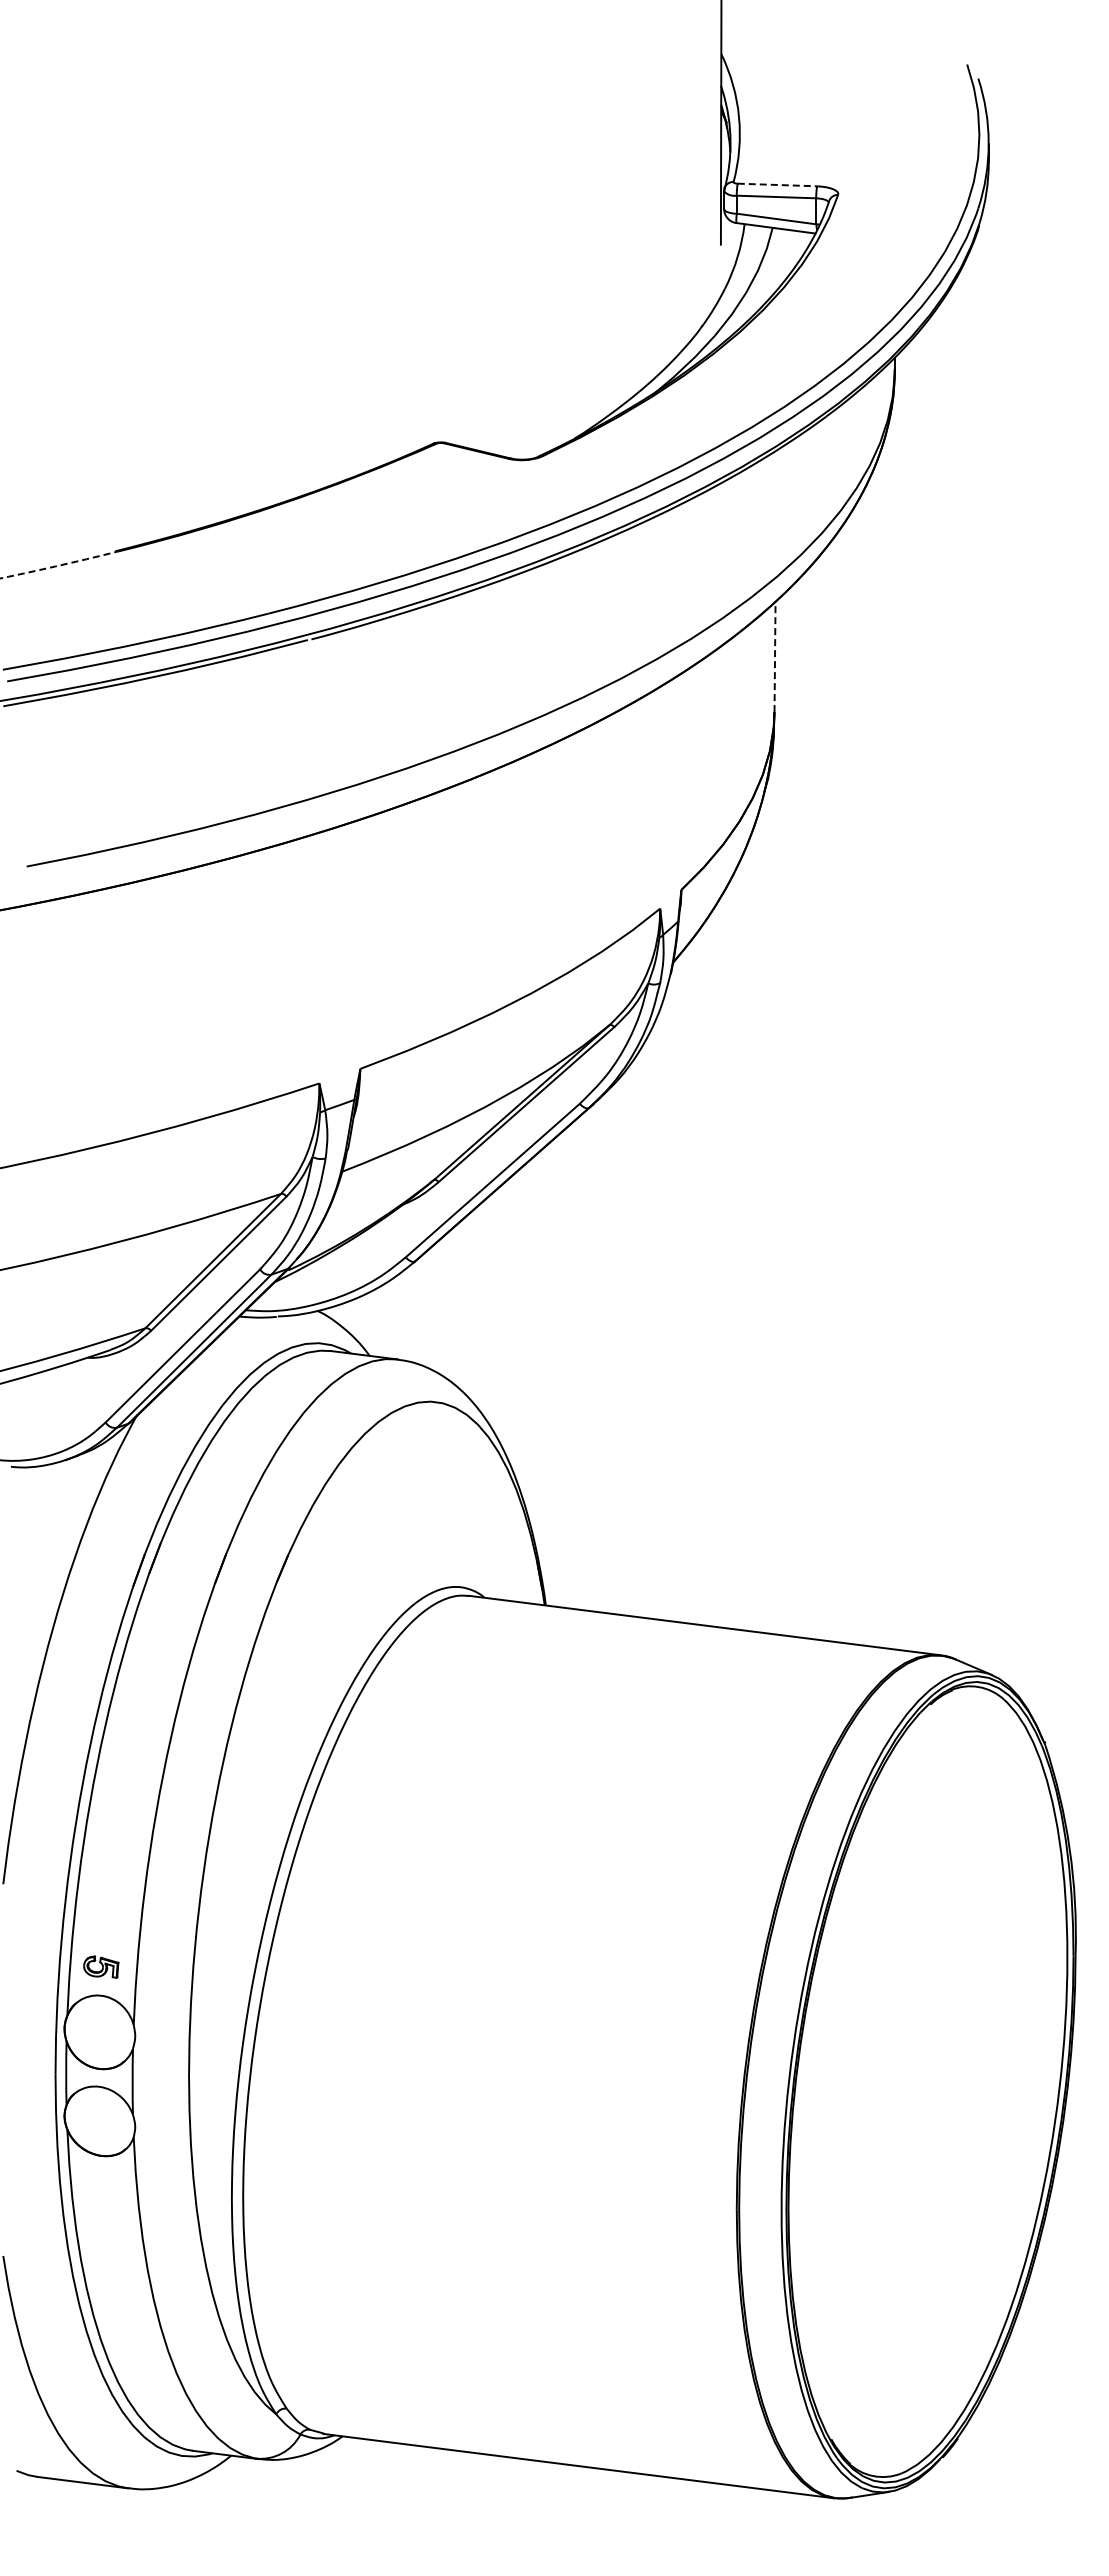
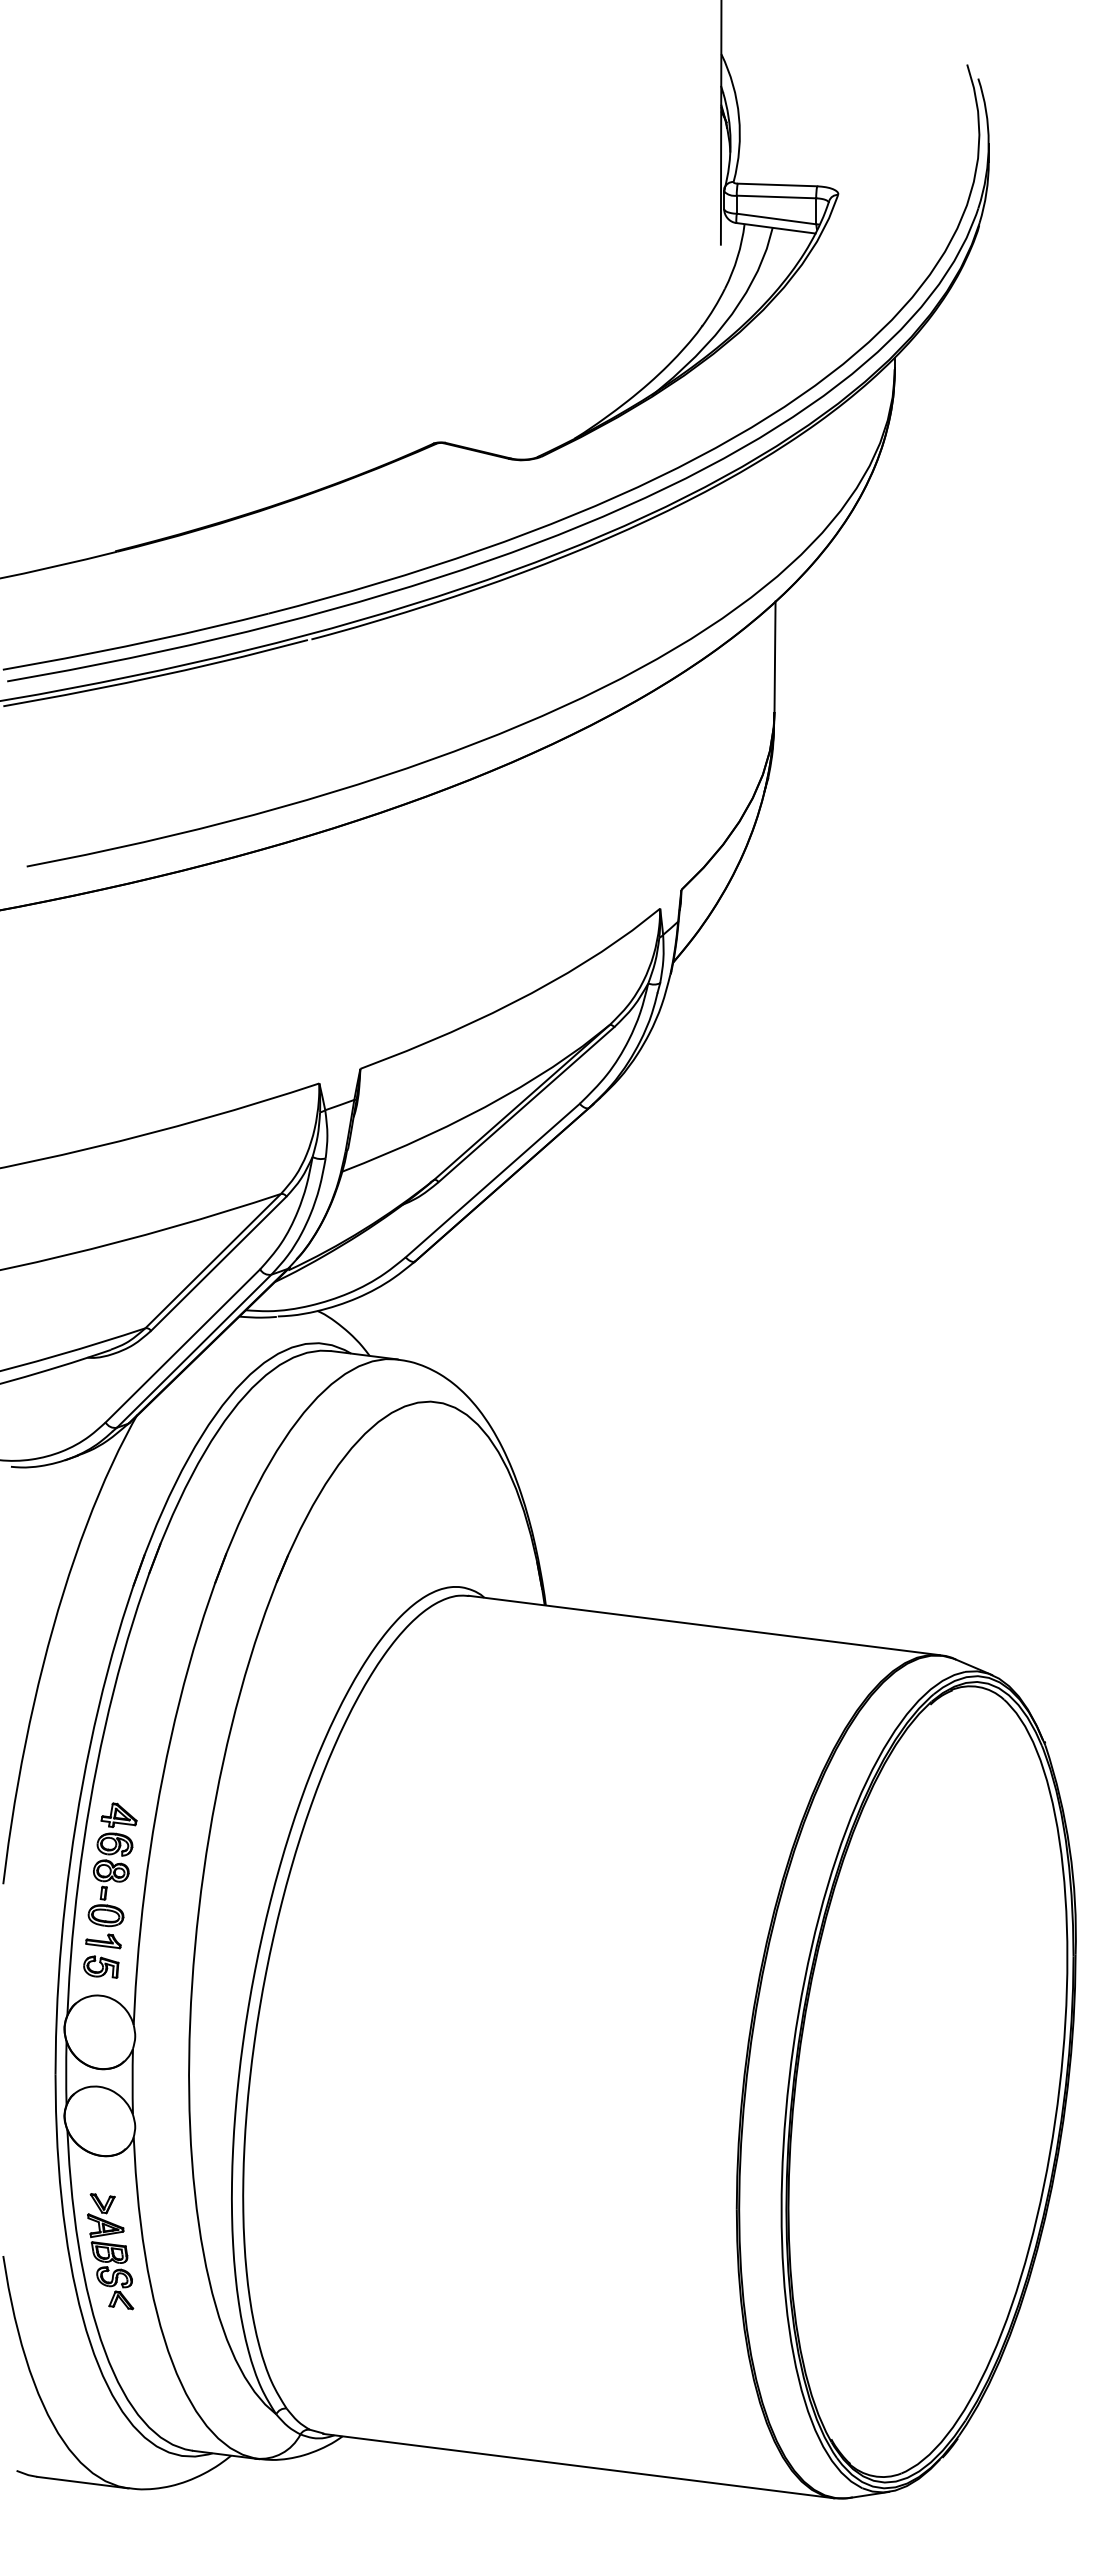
line at (777, 185): dashed -> solid
arc at (59, 565): dashed -> solid
line at (775, 656): dashed -> solid
part at (111, 1875): none -> present
part at (110, 2251): none -> present
